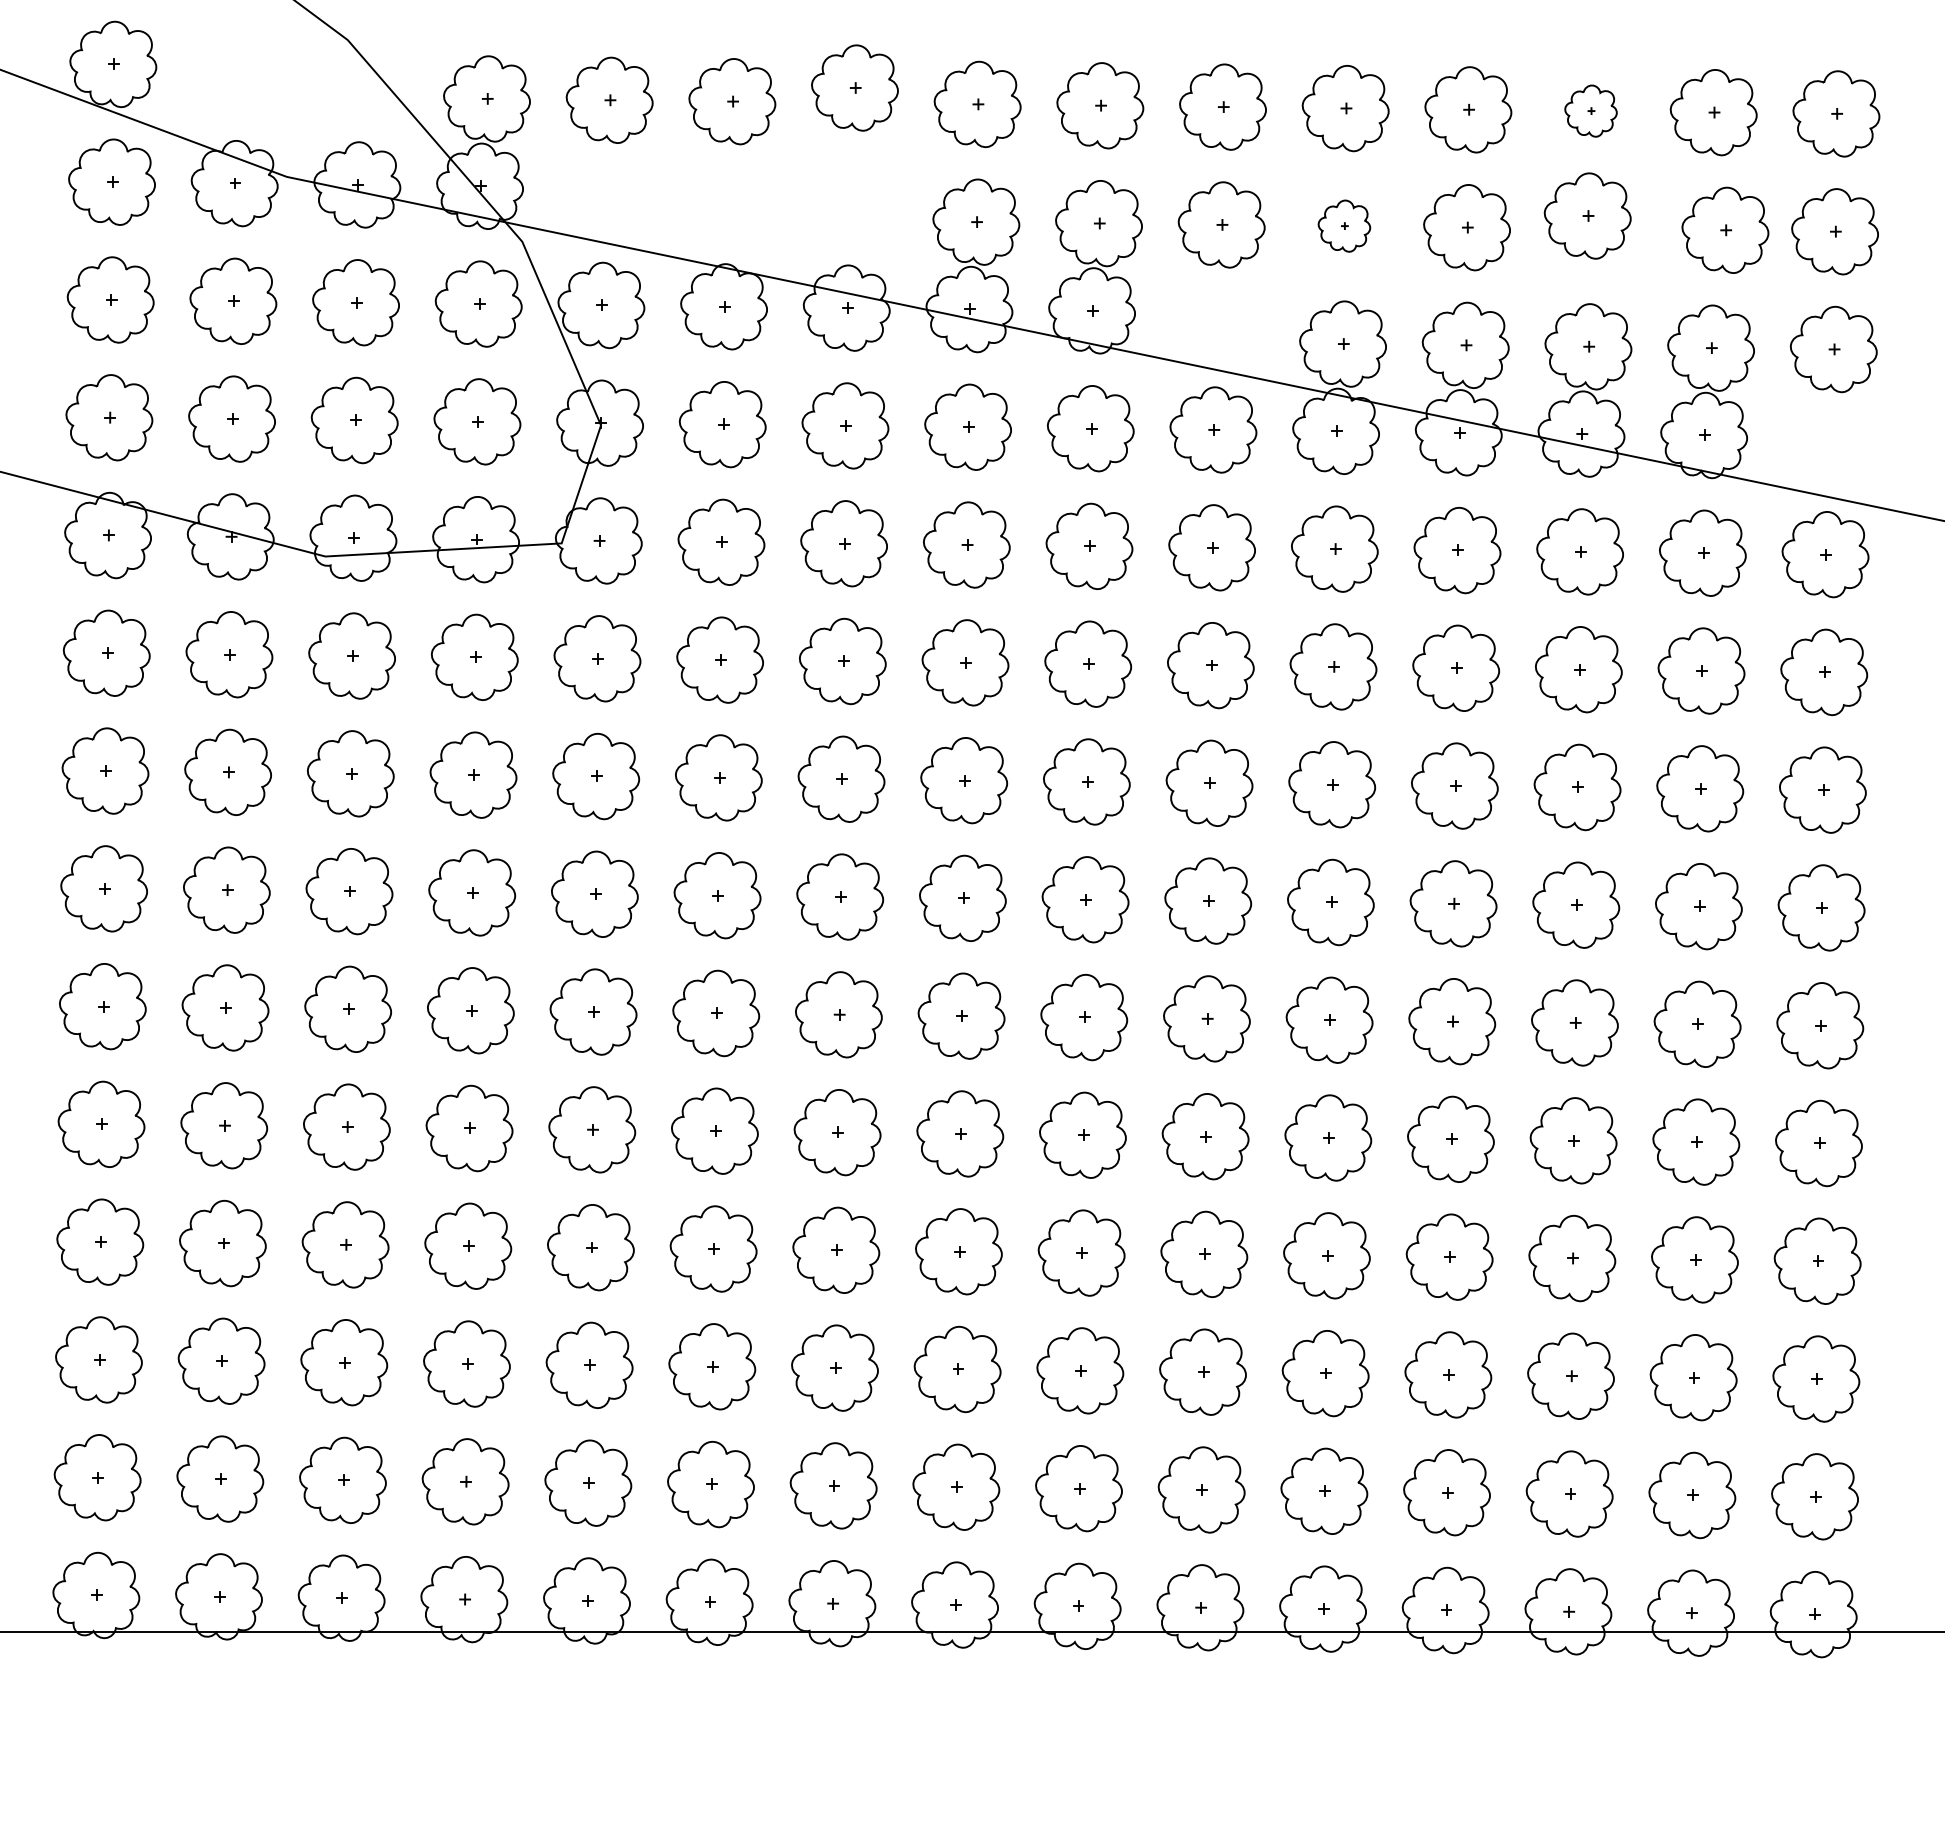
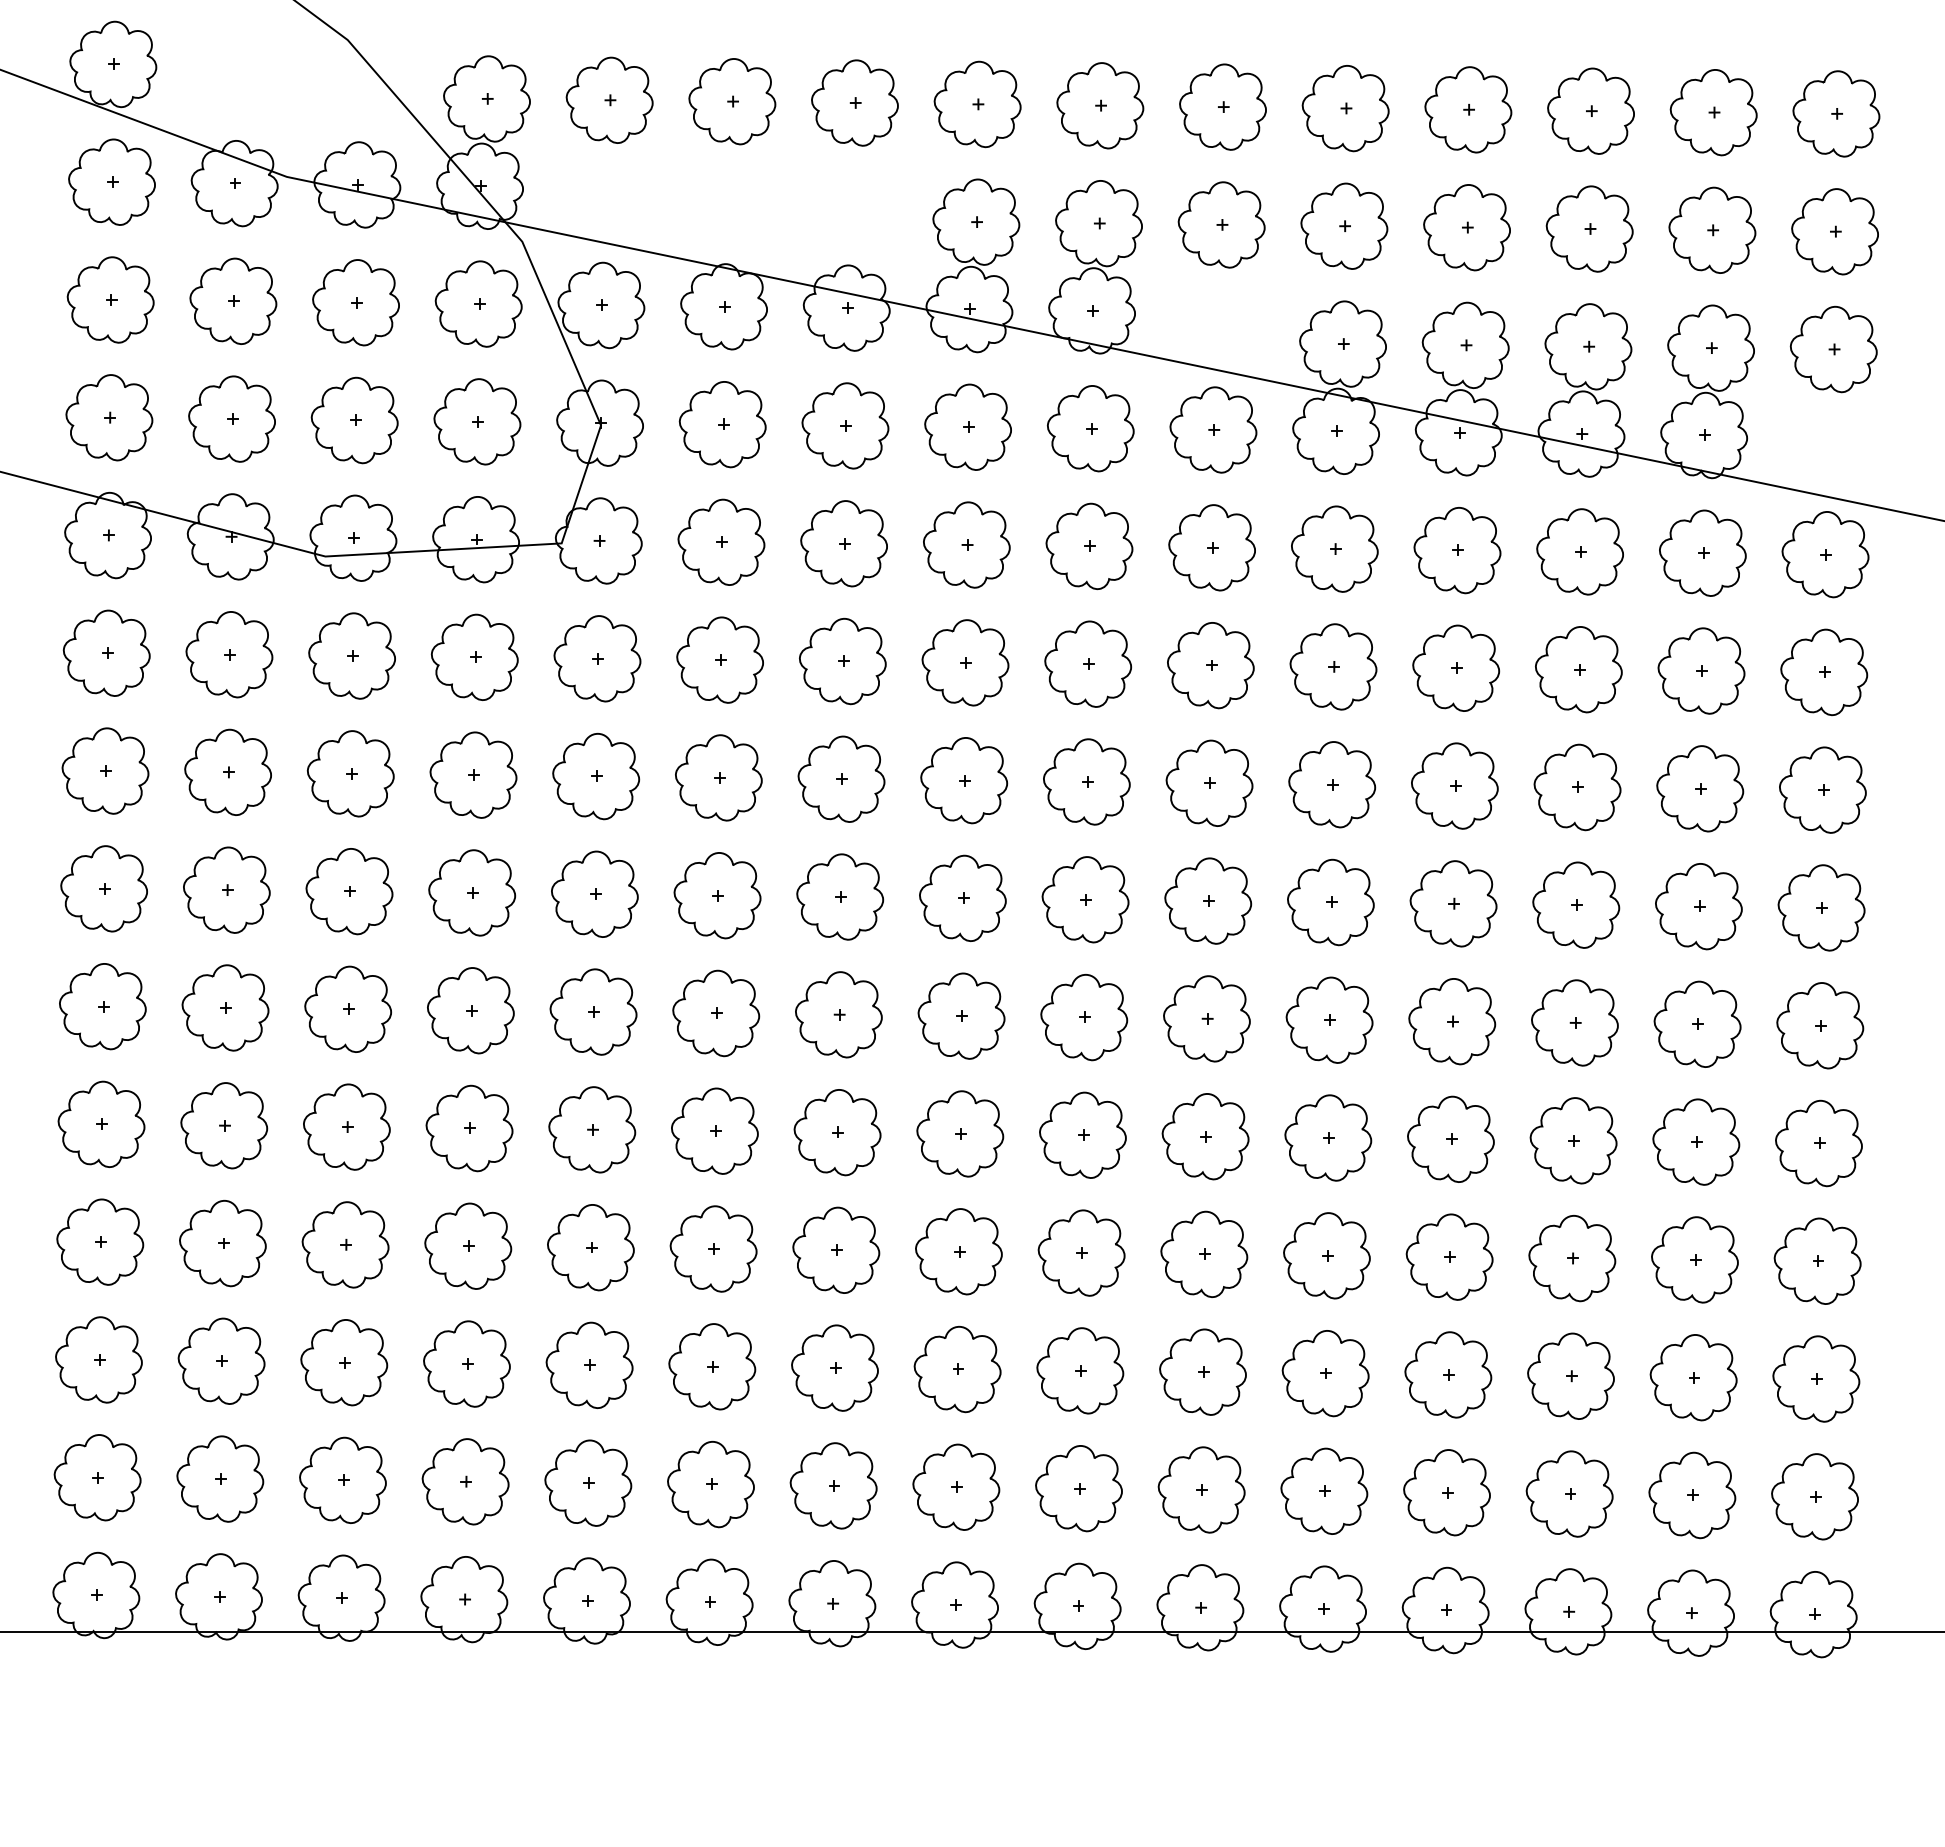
part at (854, 87) position: (854, 87) -> (854, 102)
part at (1590, 110) size: 54x54 px -> 88x88 px
part at (1587, 215) position: (1587, 215) -> (1589, 228)
part at (1344, 225) size: 55x54 px -> 89x88 px
part at (1725, 229) position: (1725, 229) -> (1712, 229)
